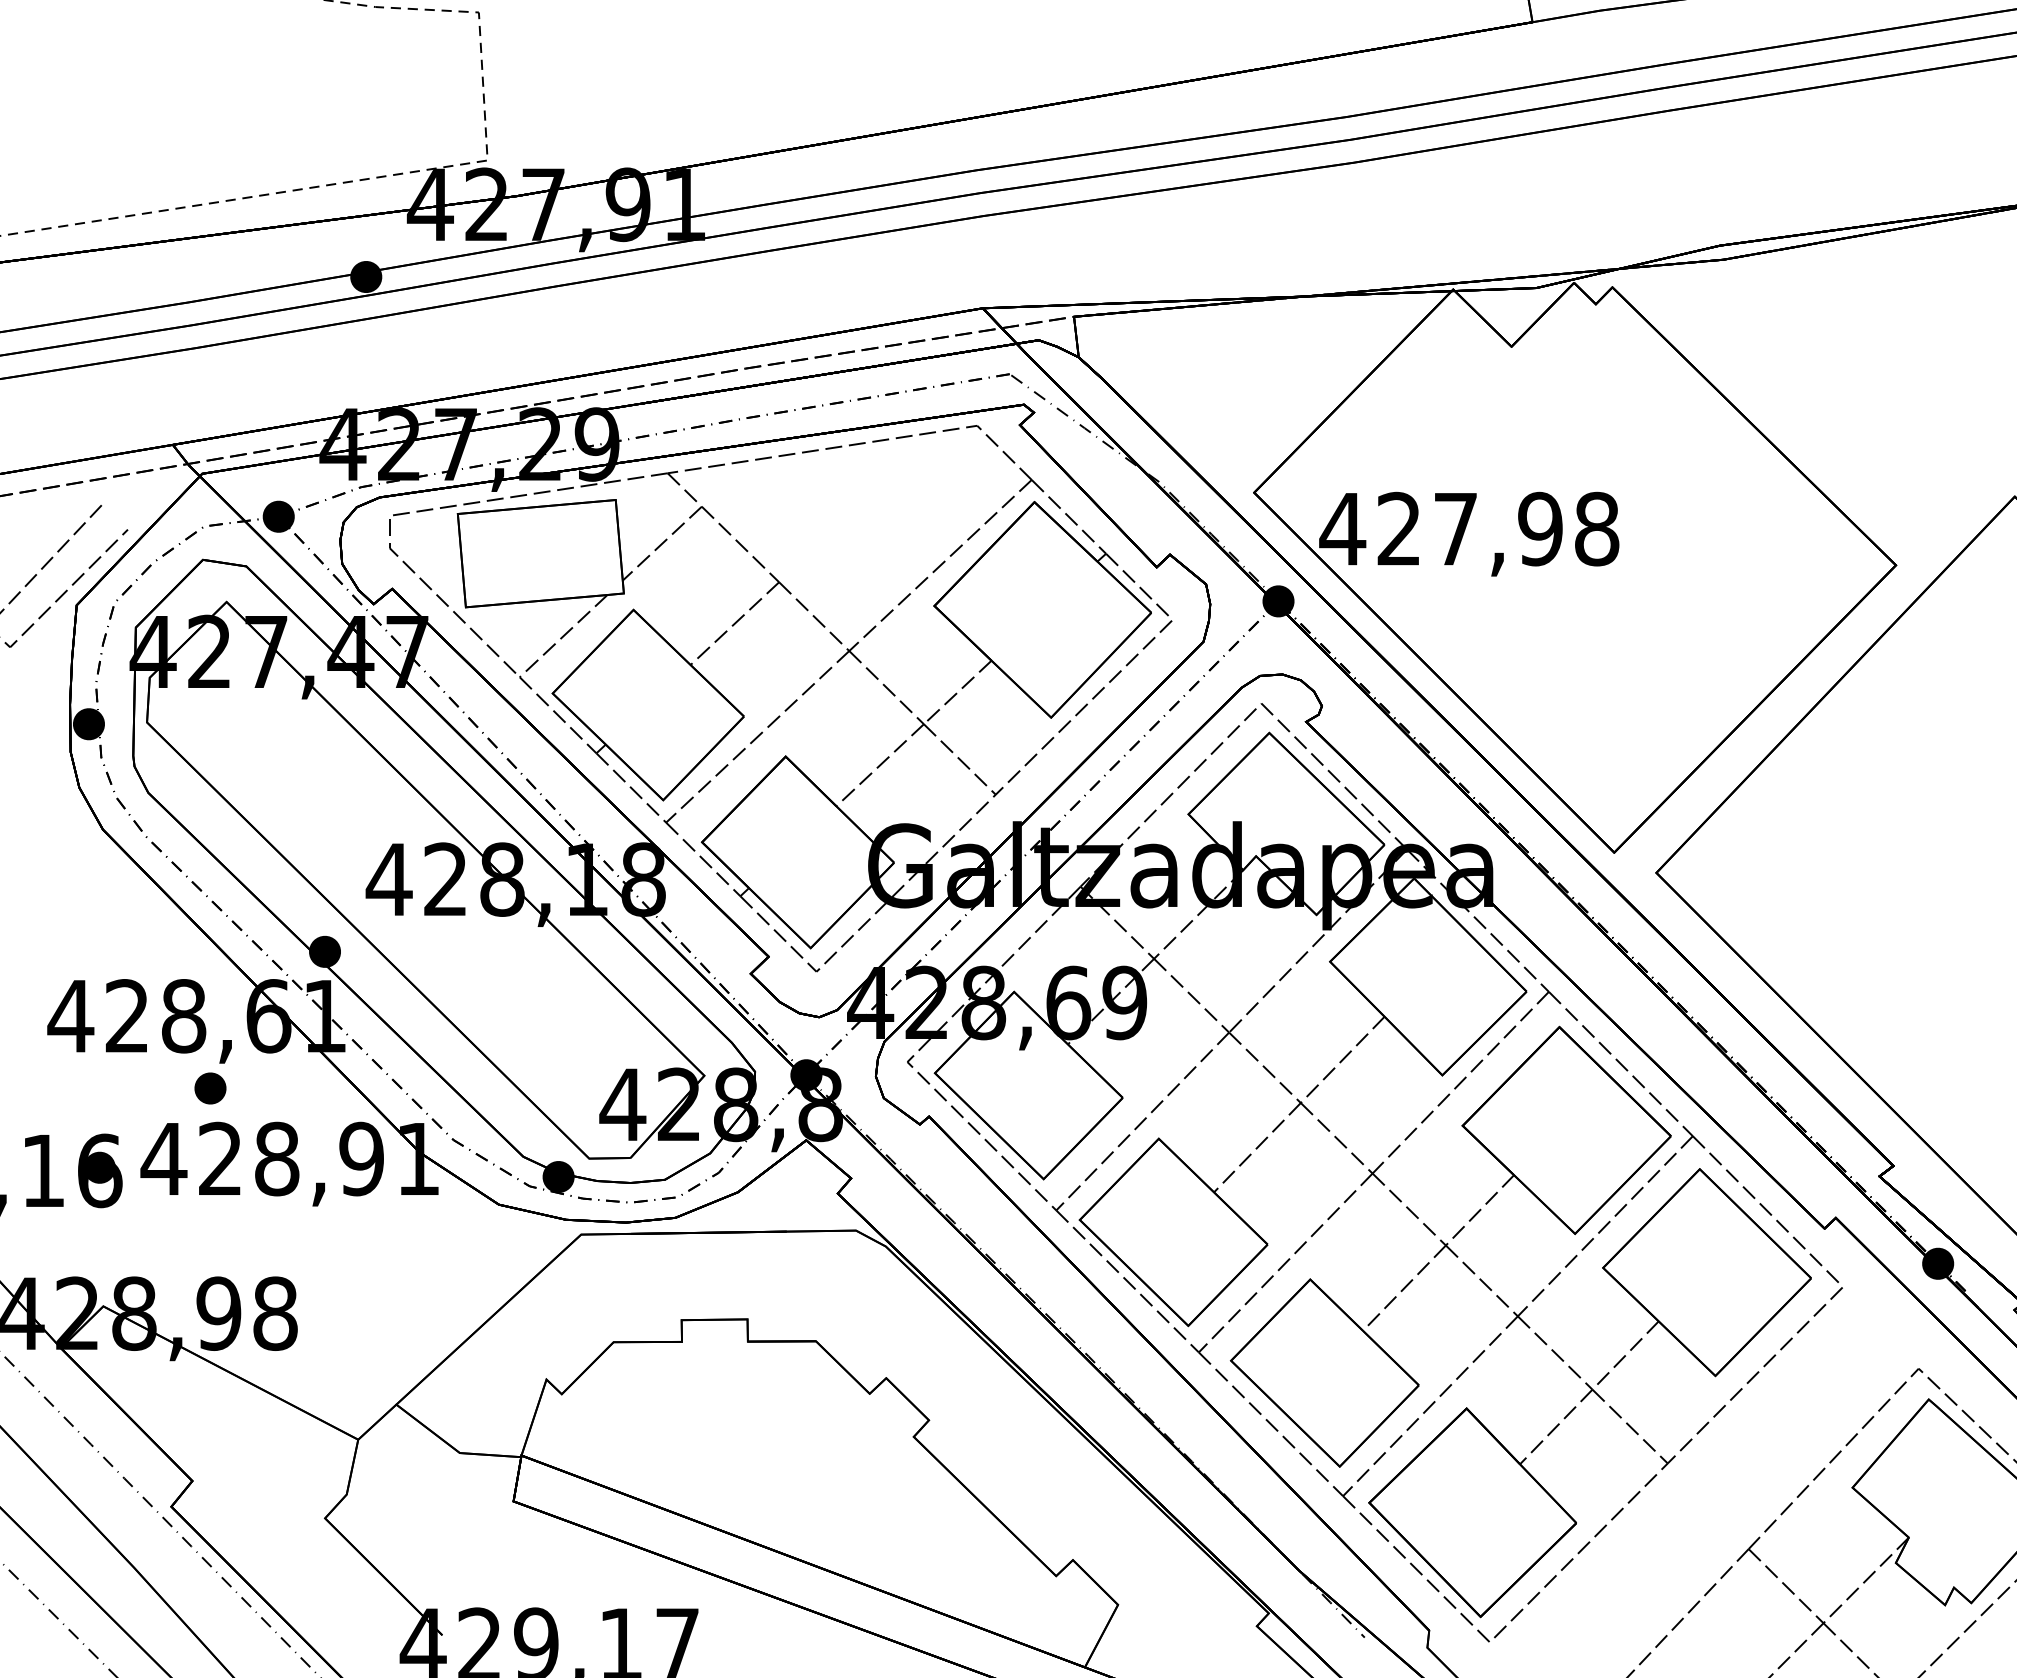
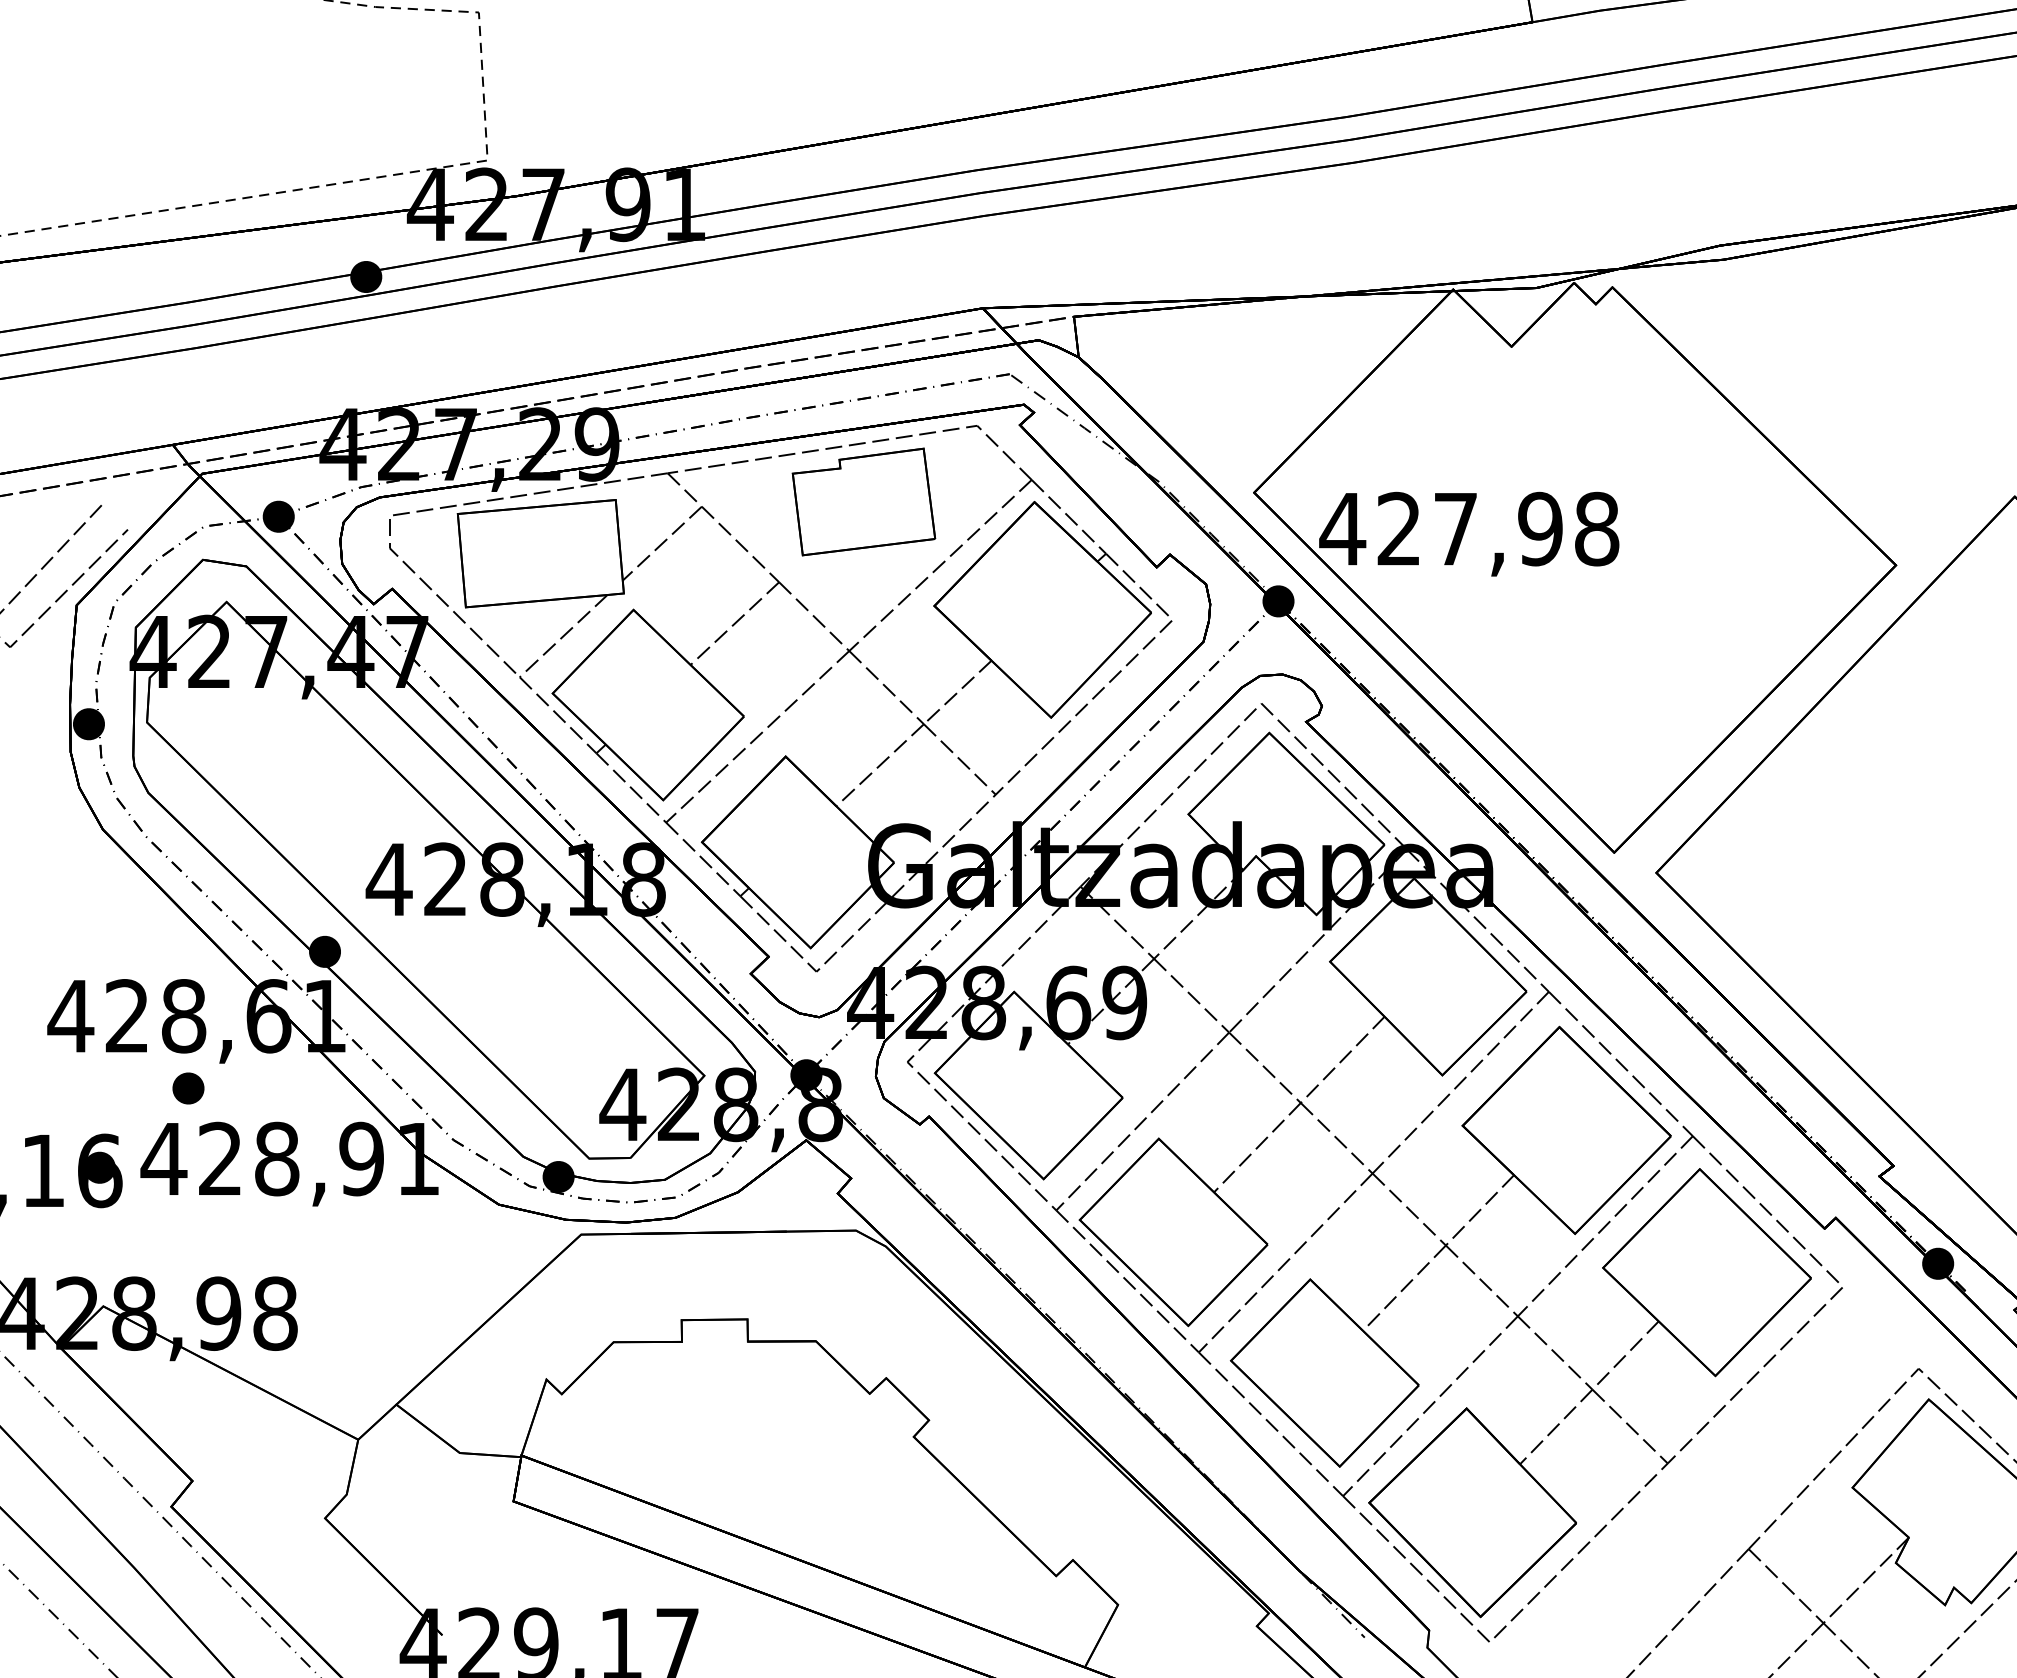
part at (863, 501): none -> present
part at (210, 1088) position: (210, 1088) -> (188, 1088)
